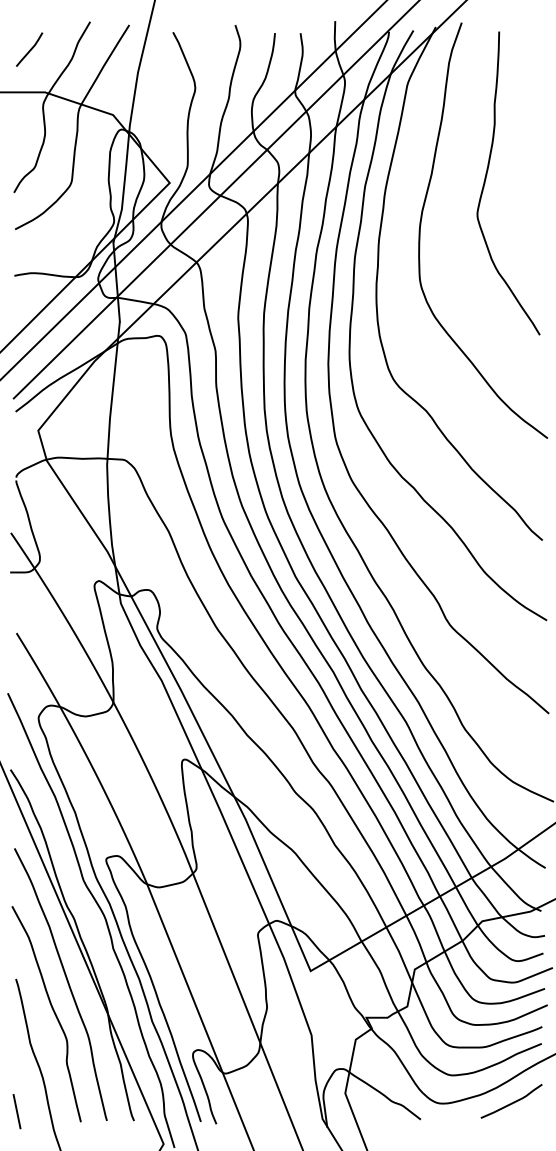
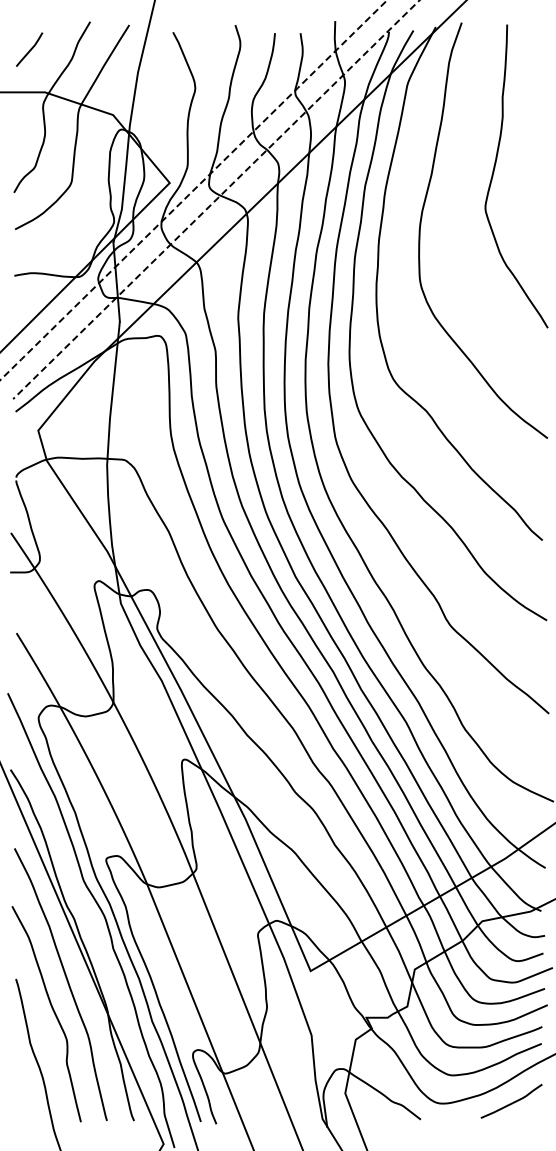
curve at (486, 179) position: (486, 179) -> (494, 172)
line at (193, 190): solid -> dashed
line at (216, 199): solid -> dashed
line at (16, 1111): present -> none
